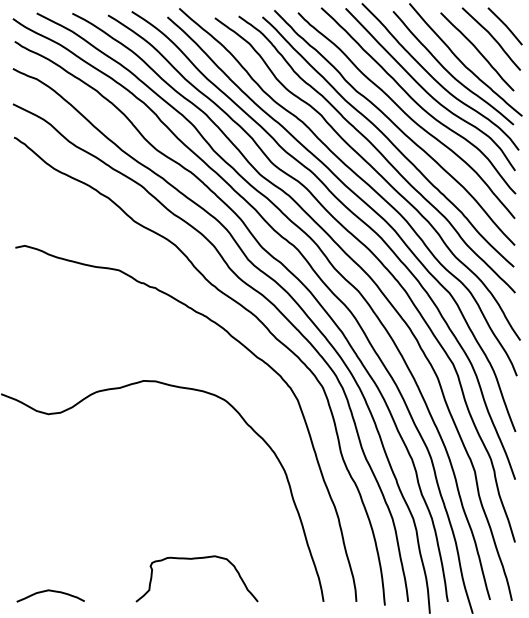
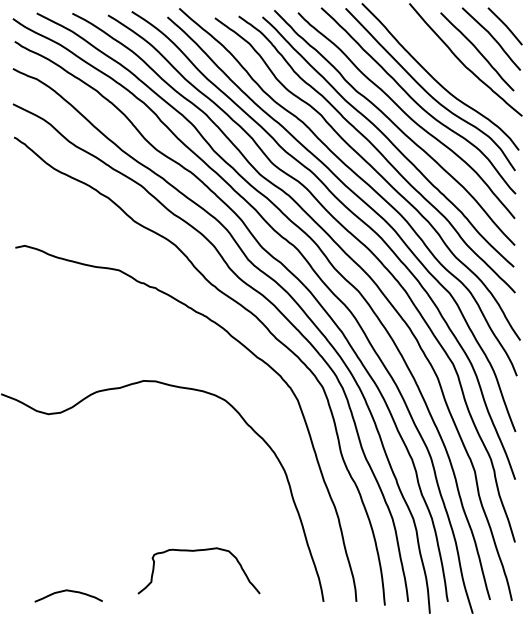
curve at (449, 71): present -> none
curve at (196, 559) position: (196, 559) -> (198, 551)
curve at (50, 591) position: (50, 591) -> (68, 591)
